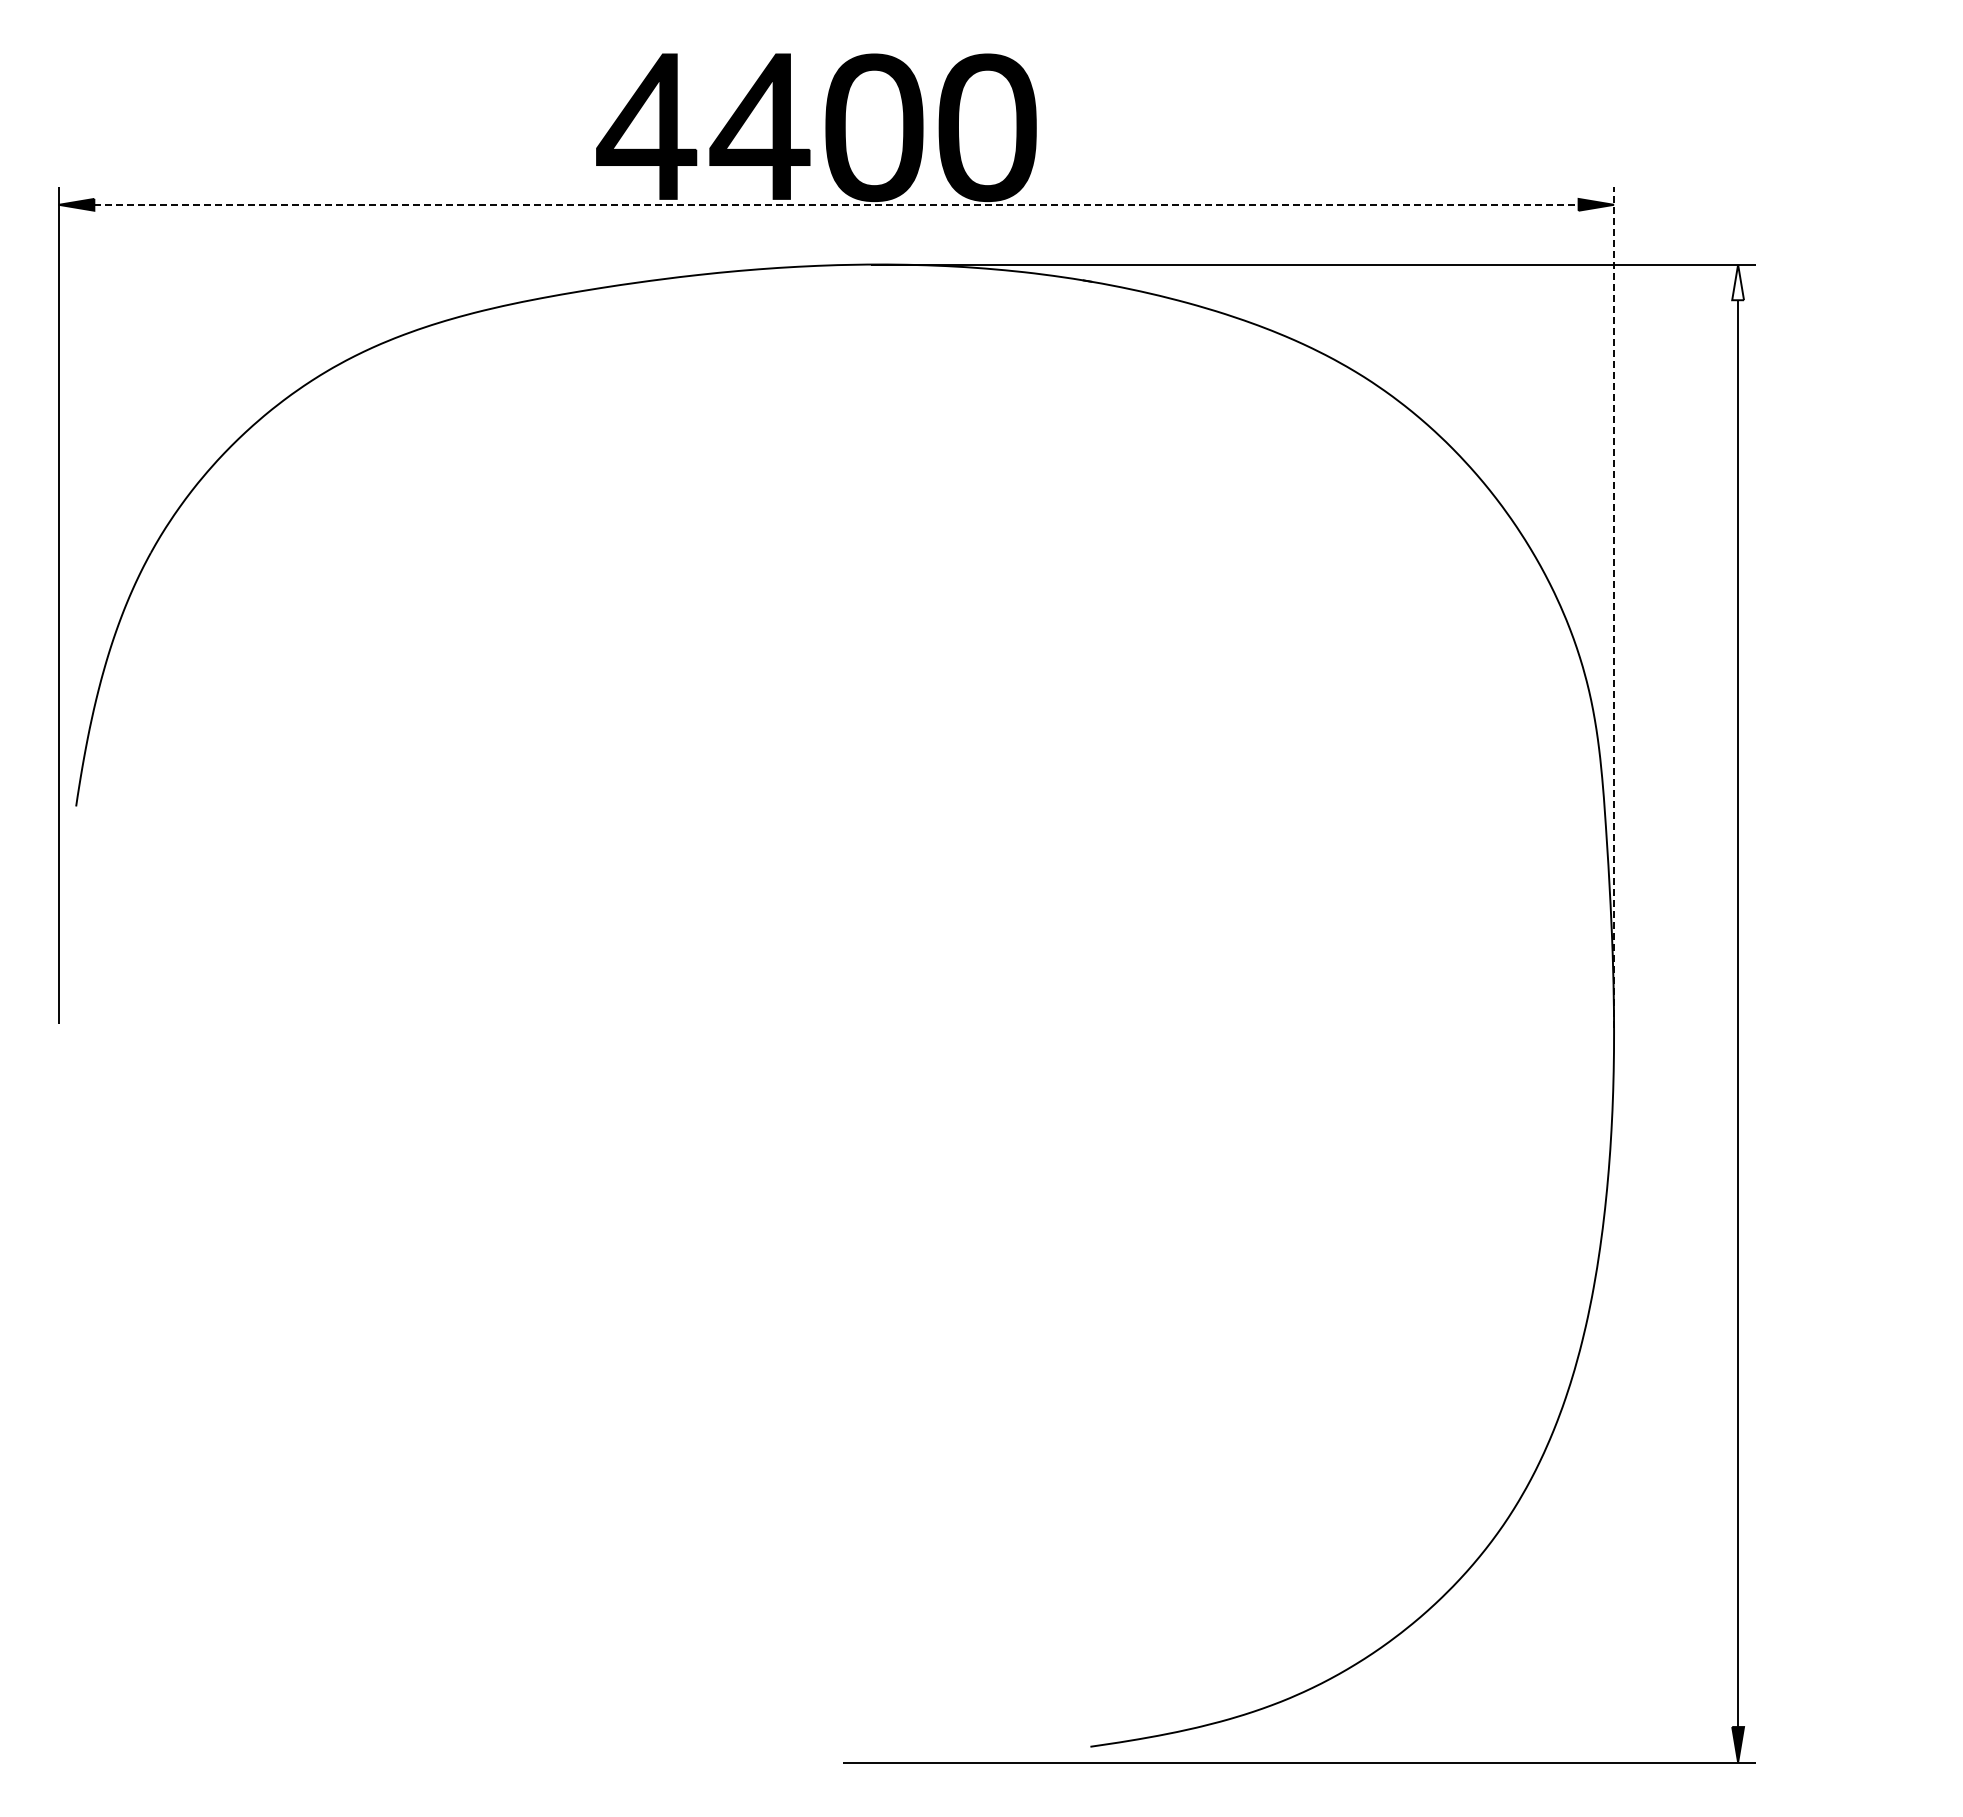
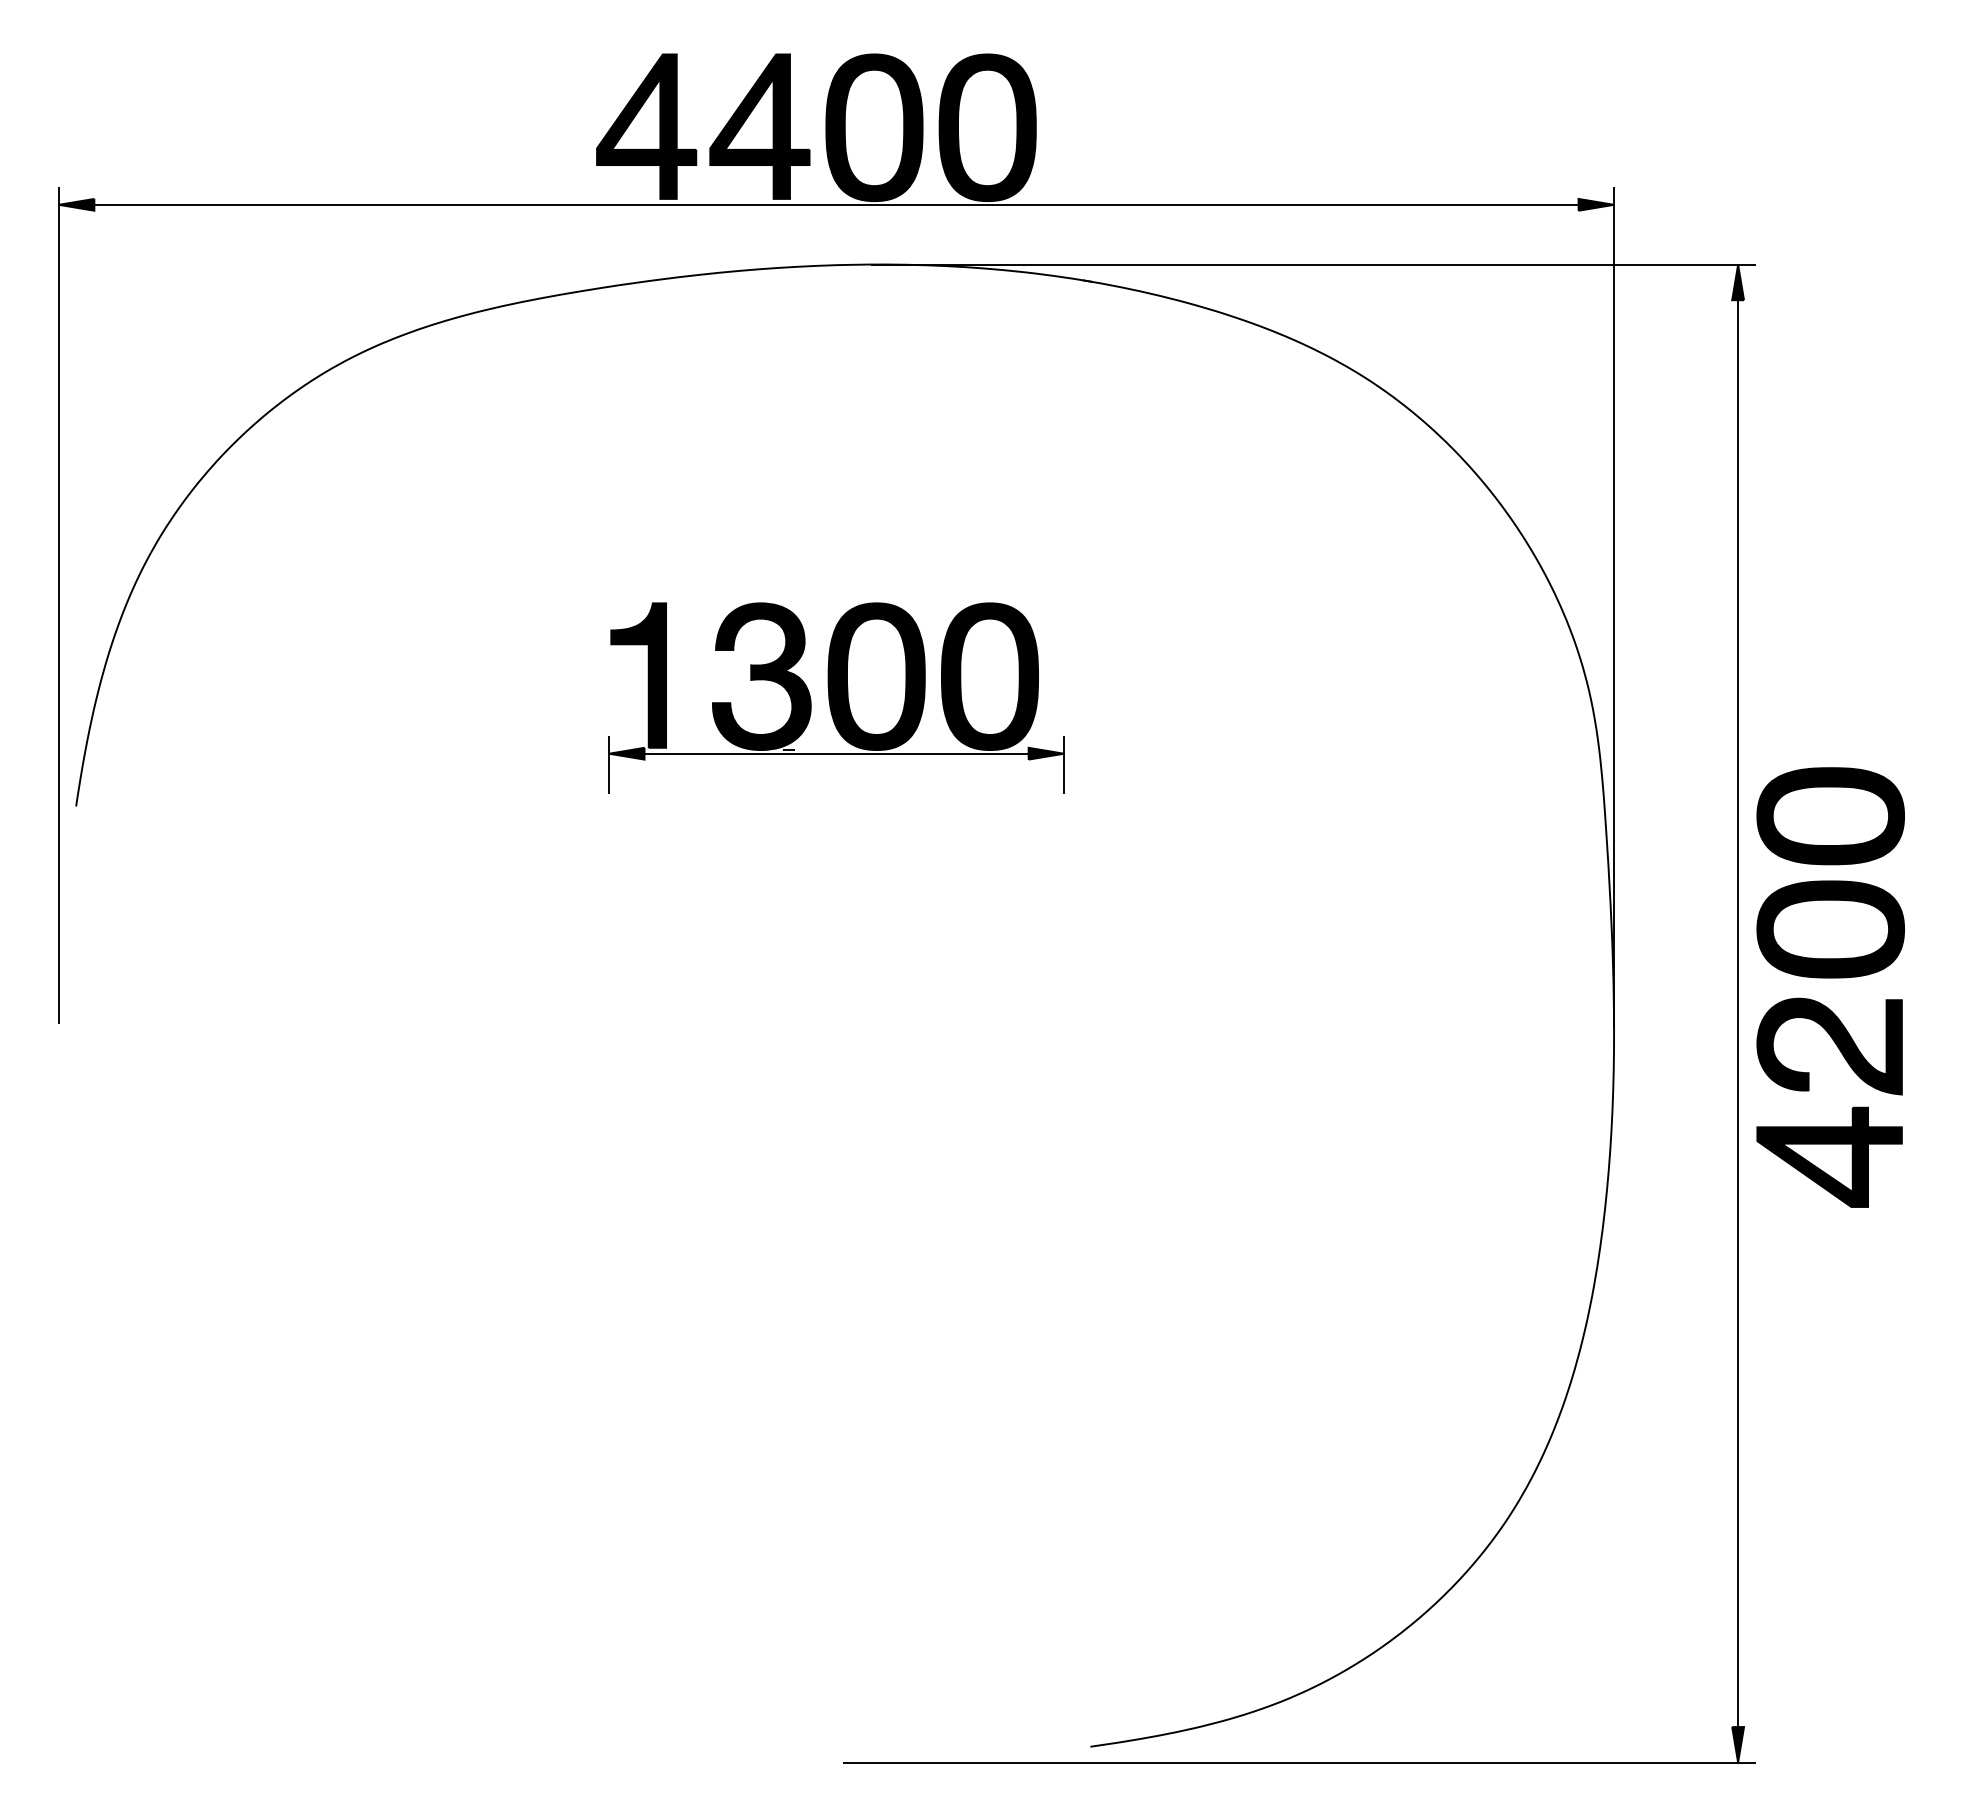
line at (836, 204): dashed -> solid
fill at (1738, 282): none -> present
line at (1614, 606): dashed -> solid
part at (836, 697): none -> present
part at (1830, 978): none -> present
